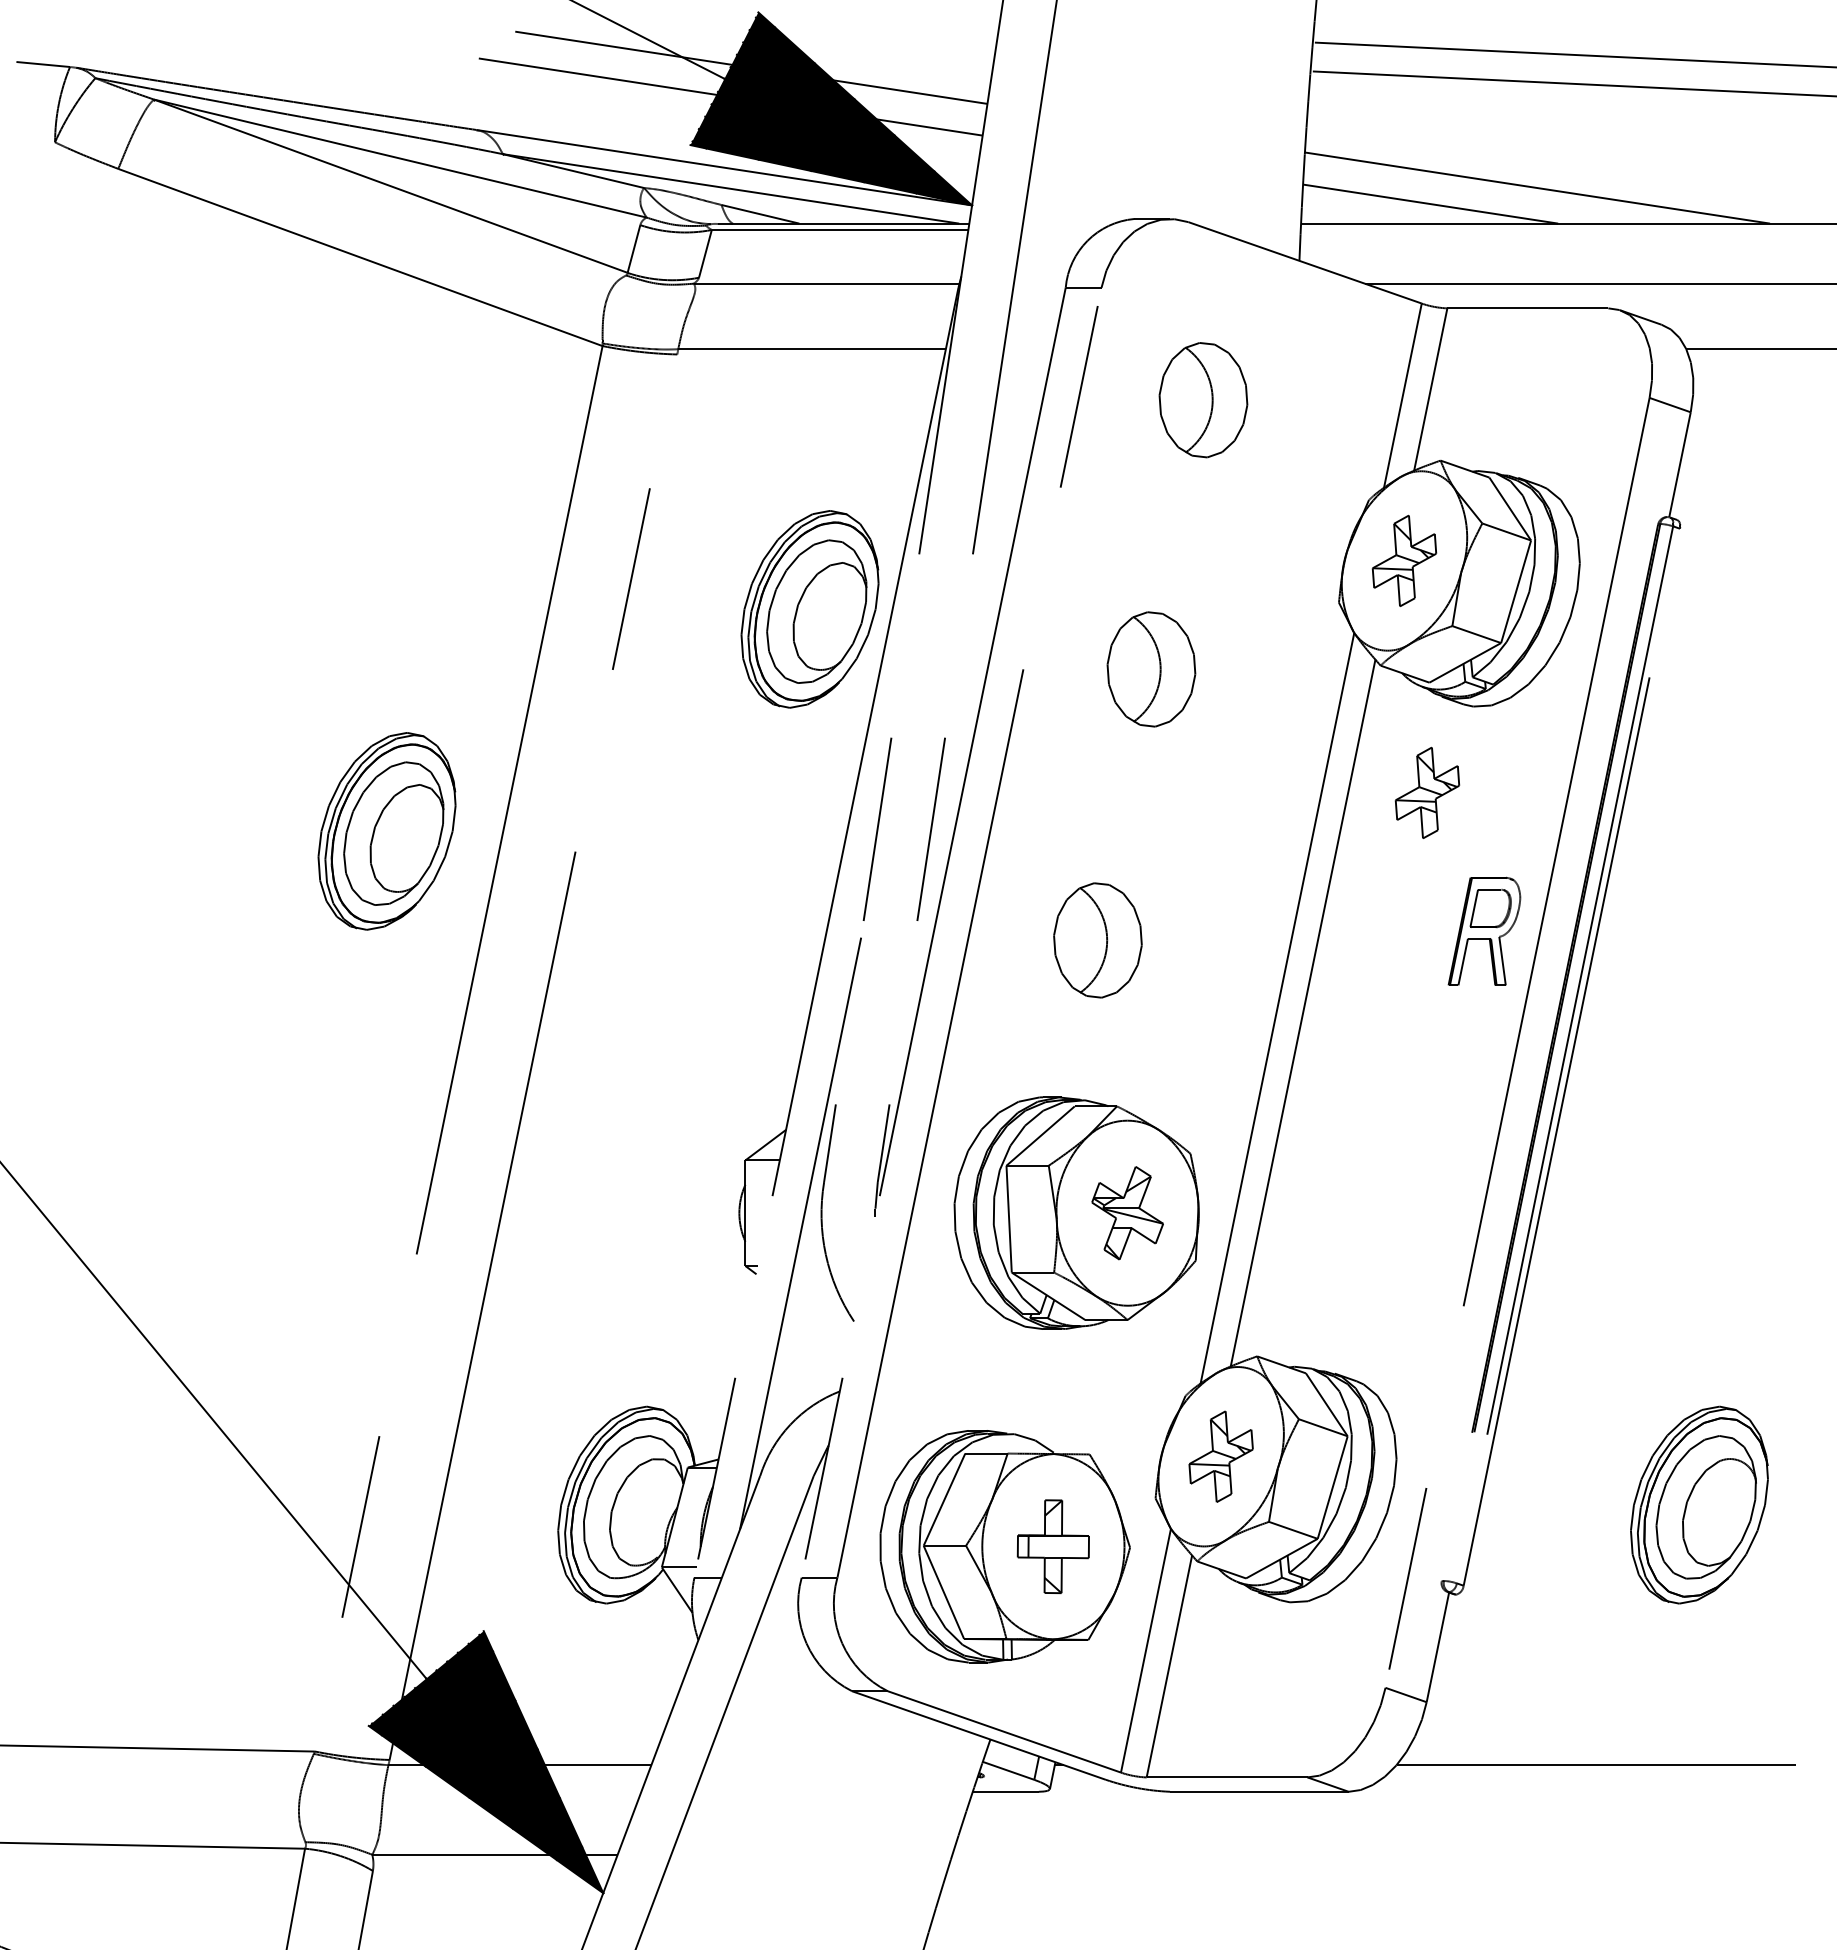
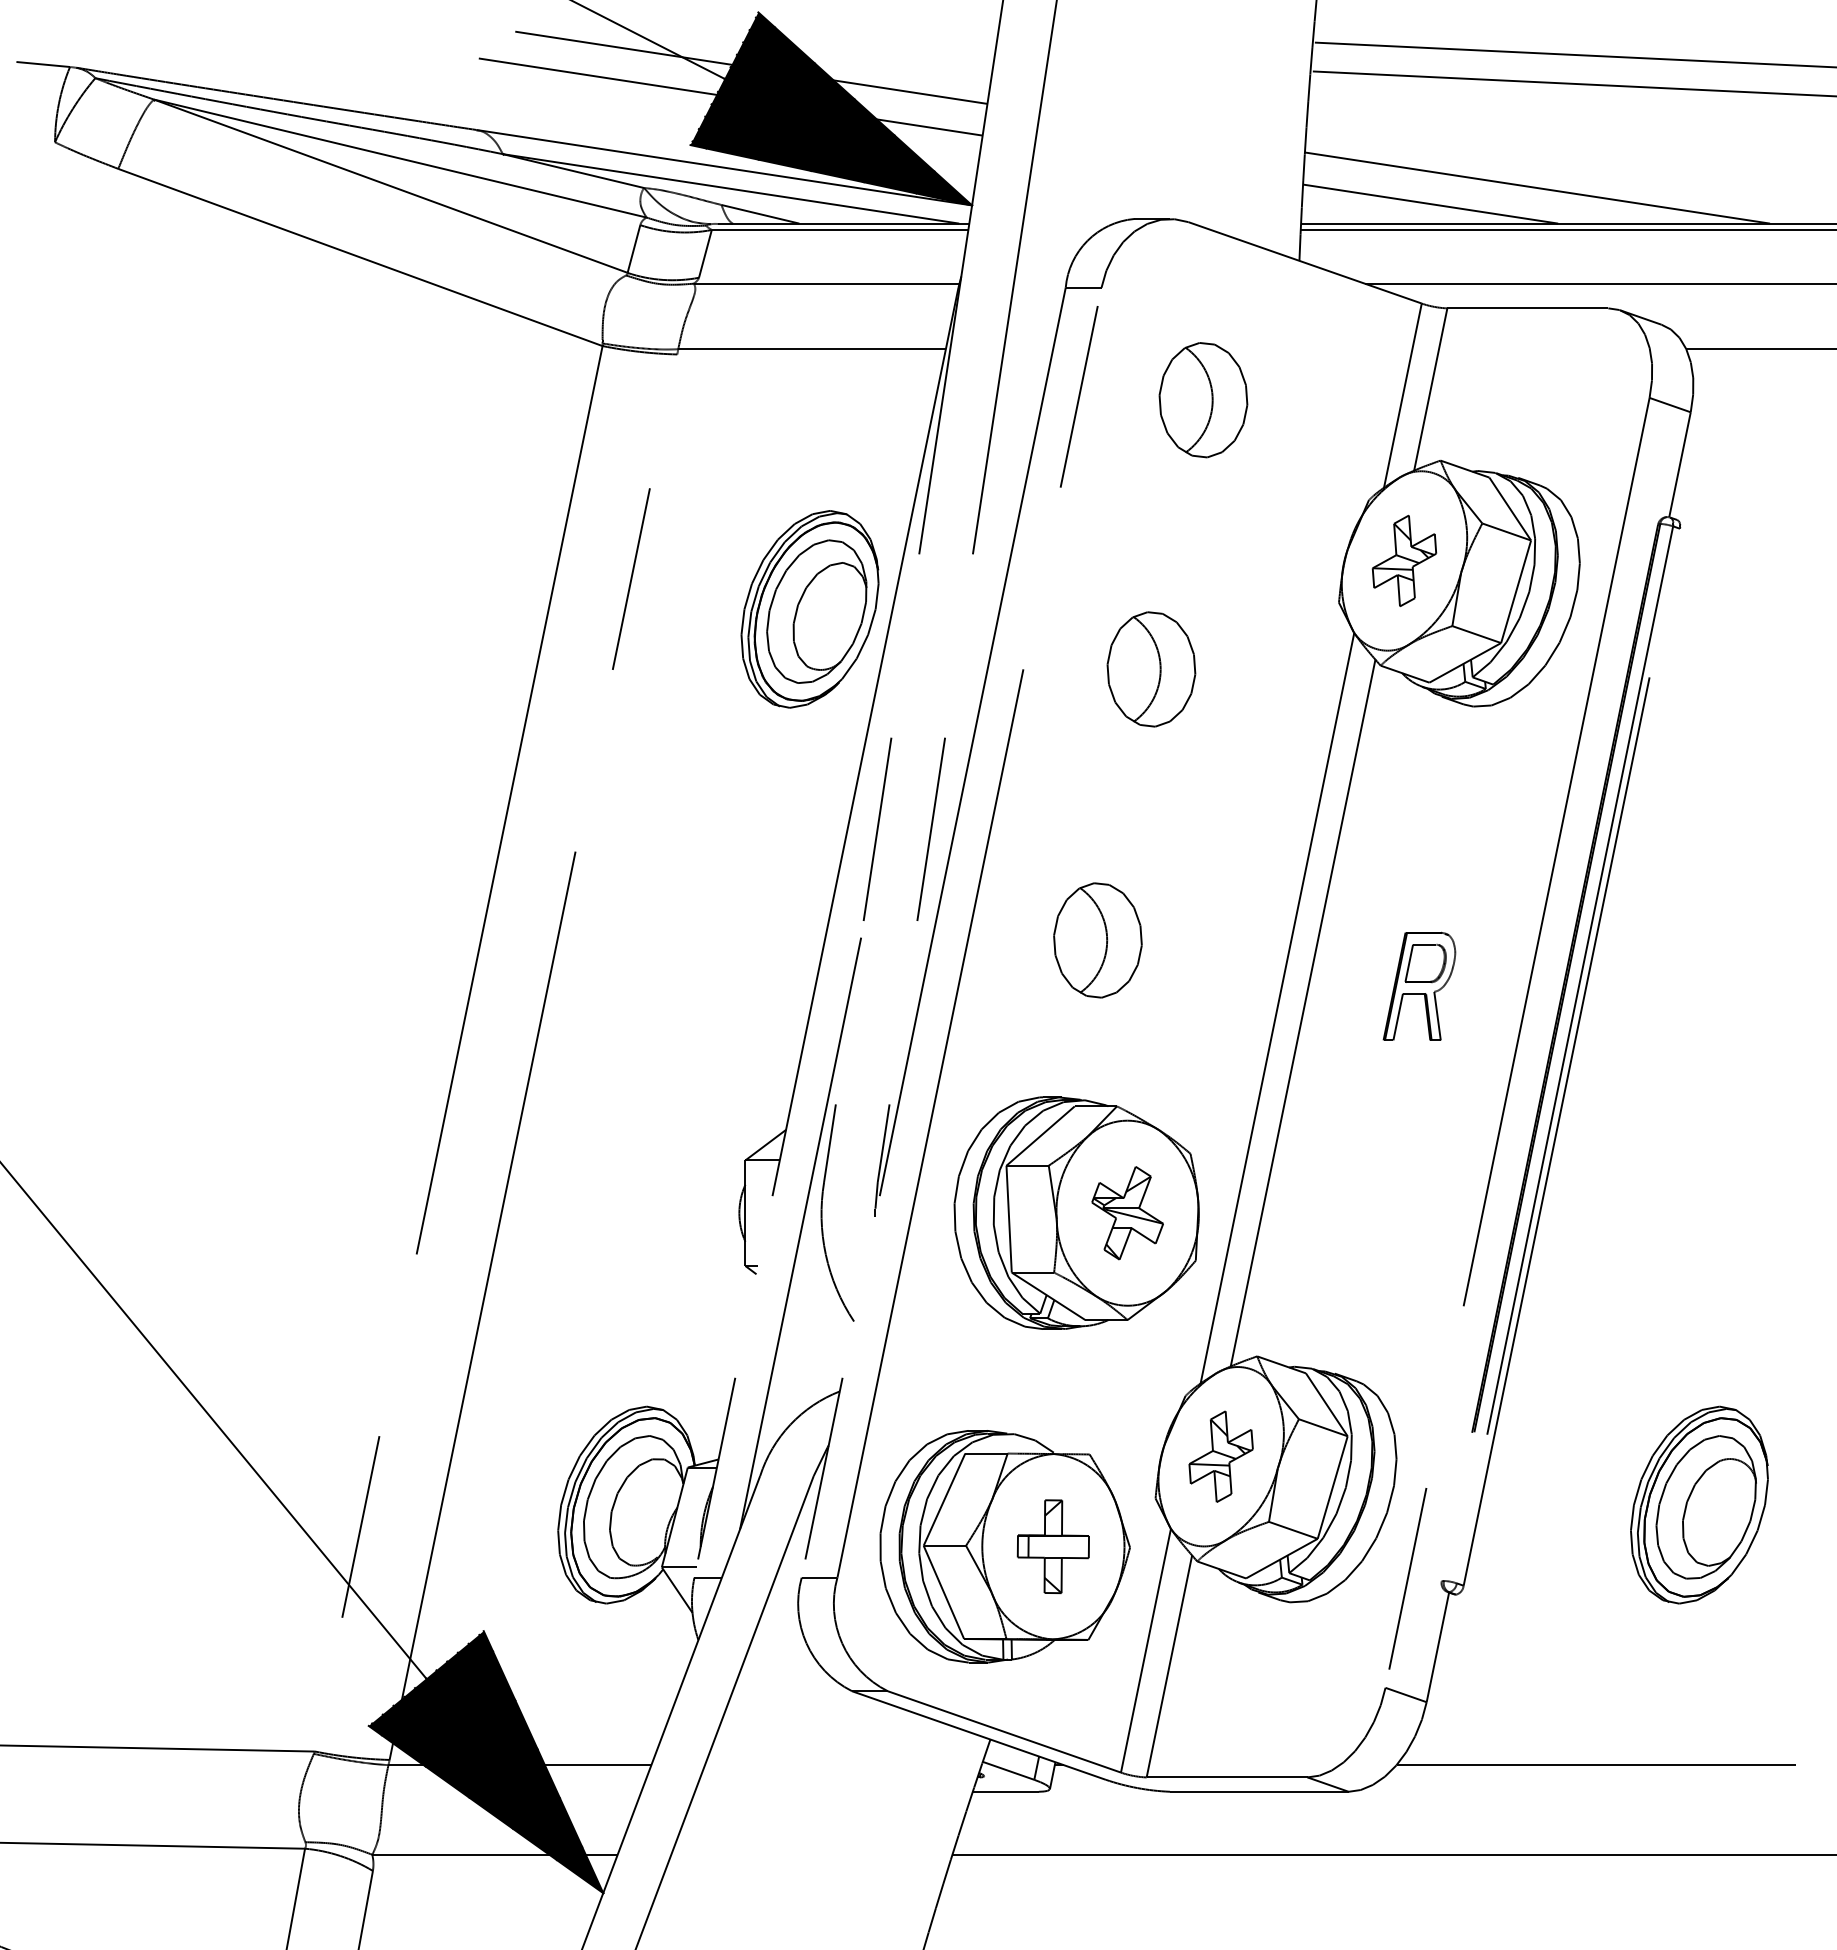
line at (1566, 230): none -> present
part at (1427, 792): present -> none
part at (386, 831): present -> none
part at (1484, 930) position: (1484, 930) -> (1419, 985)
line at (1392, 1854): none -> present
